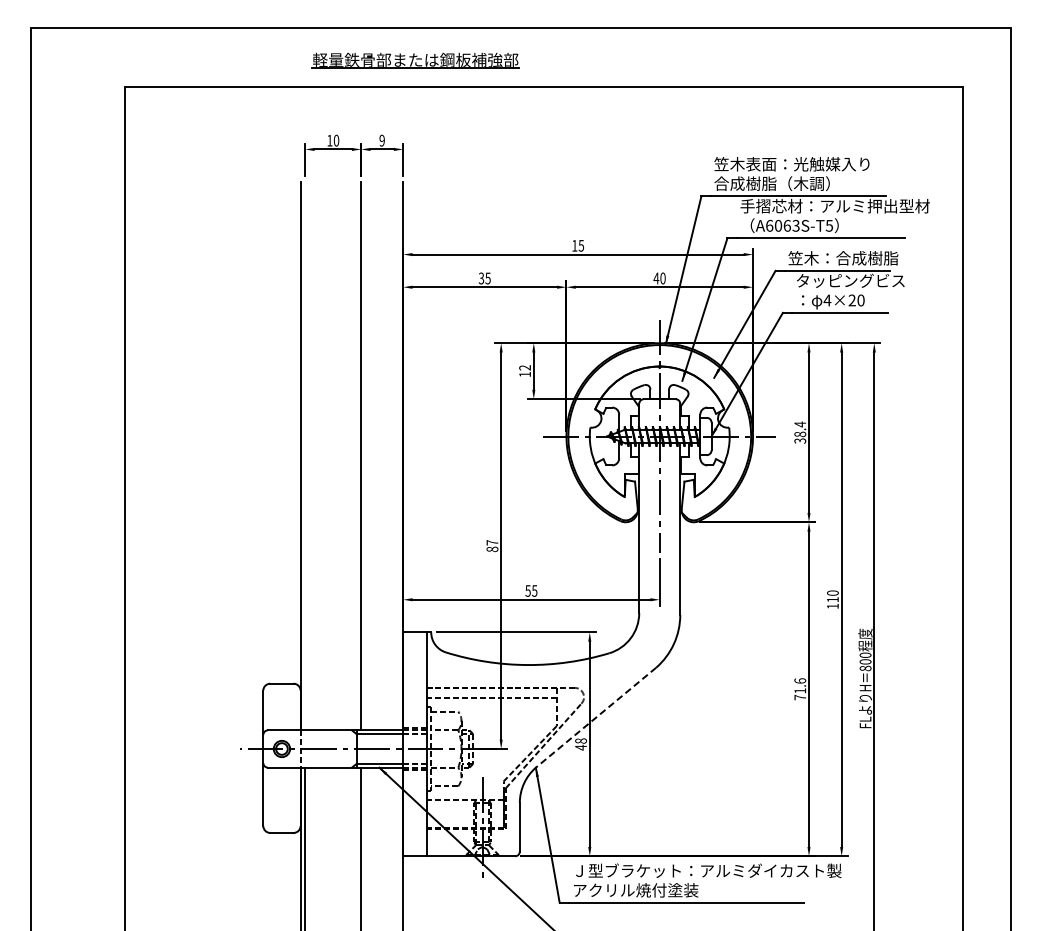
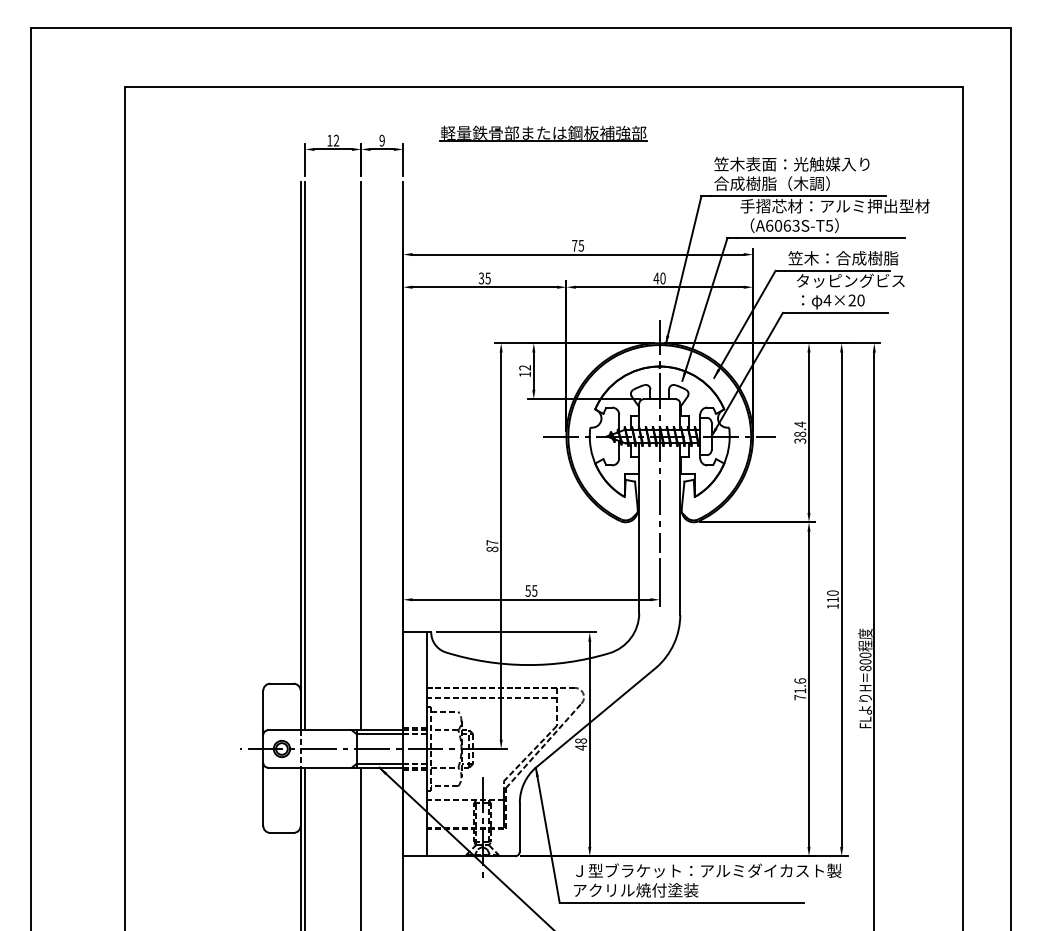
part at (415, 60) position: (415, 60) -> (543, 133)
text at (336, 140): 10 -> 12
text at (574, 245): 15 -> 75
line at (305, 456): none -> present
line at (595, 718): dashed -> solid
